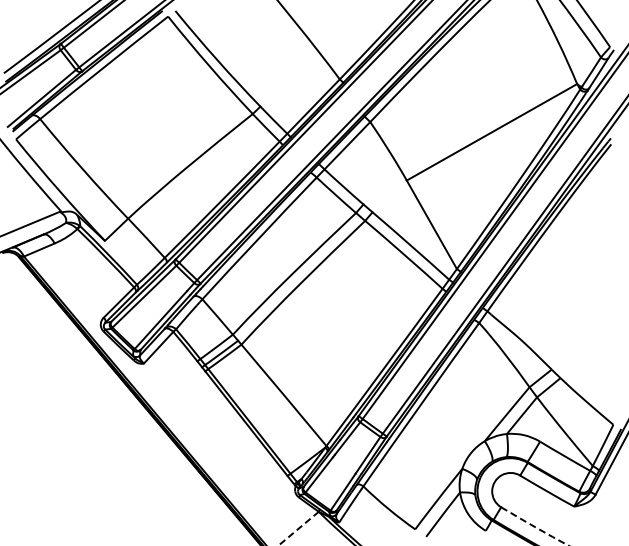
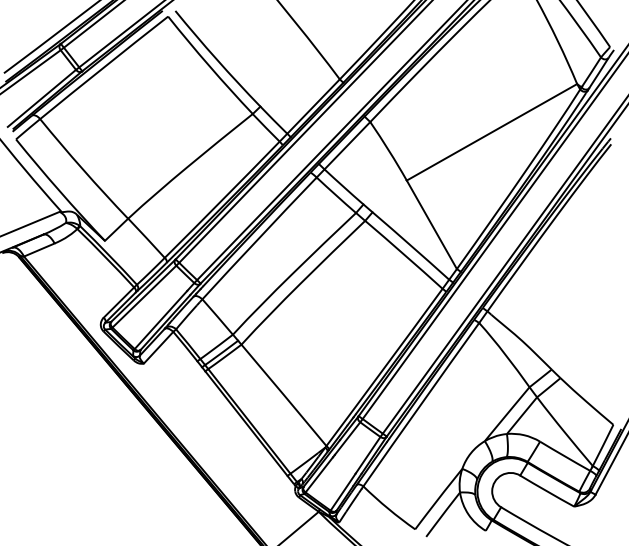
arc at (535, 527): dashed -> solid
line at (298, 528): dashed -> solid
